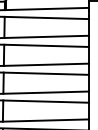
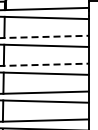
line at (45, 36): solid -> dashed
line at (45, 64): solid -> dashed
